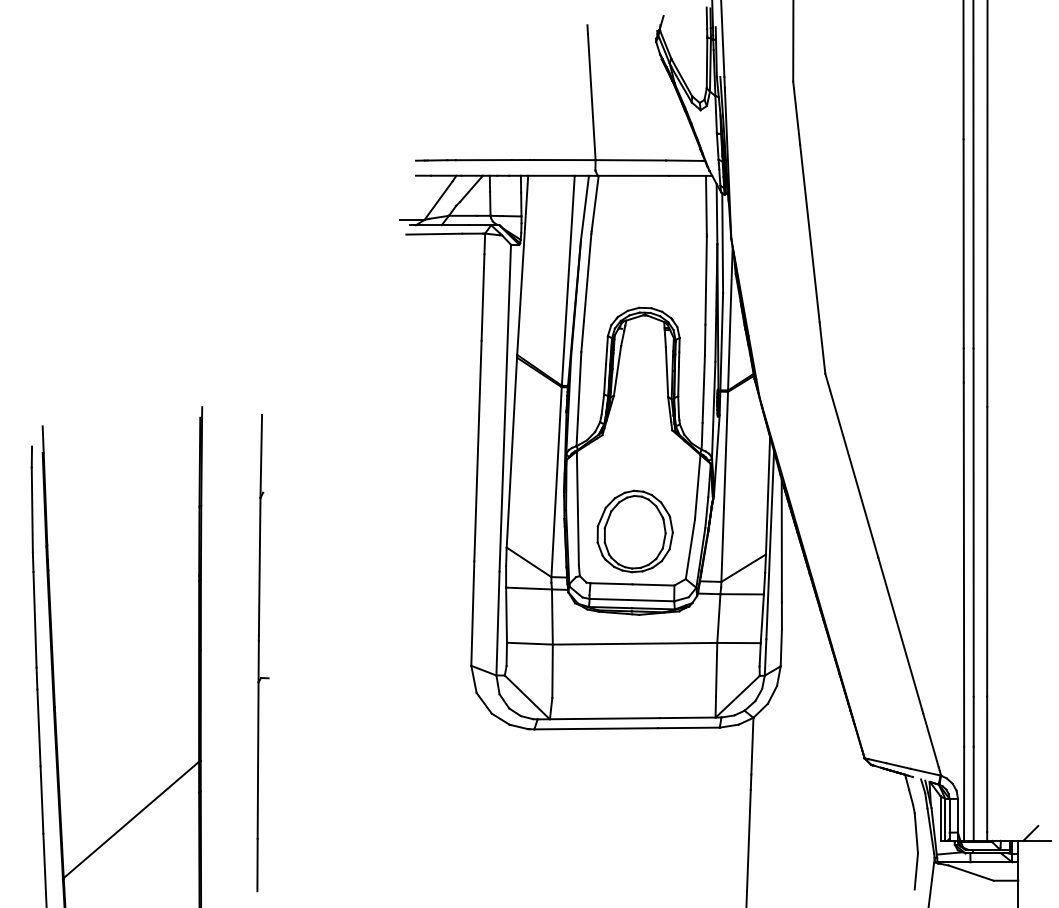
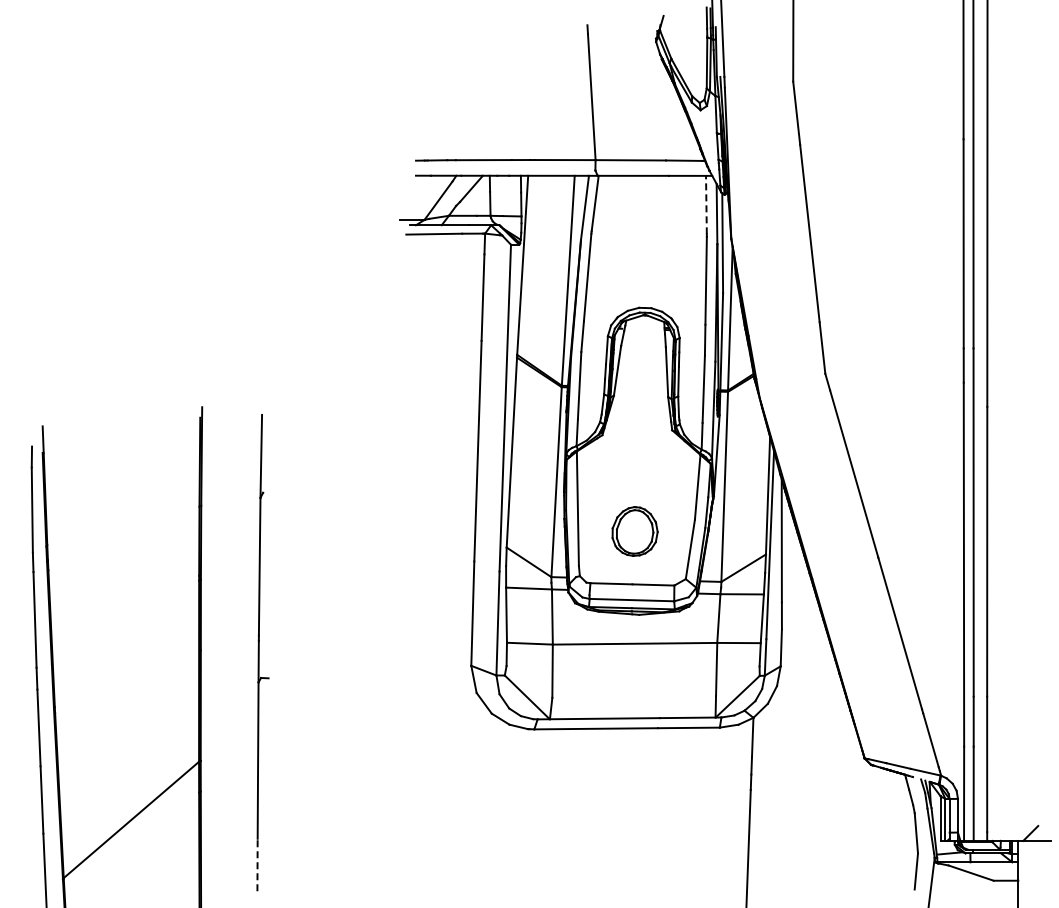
line at (706, 204): solid -> dashed
part at (634, 531) size: 78x85 px -> 48x51 px
line at (257, 864): solid -> dashed
